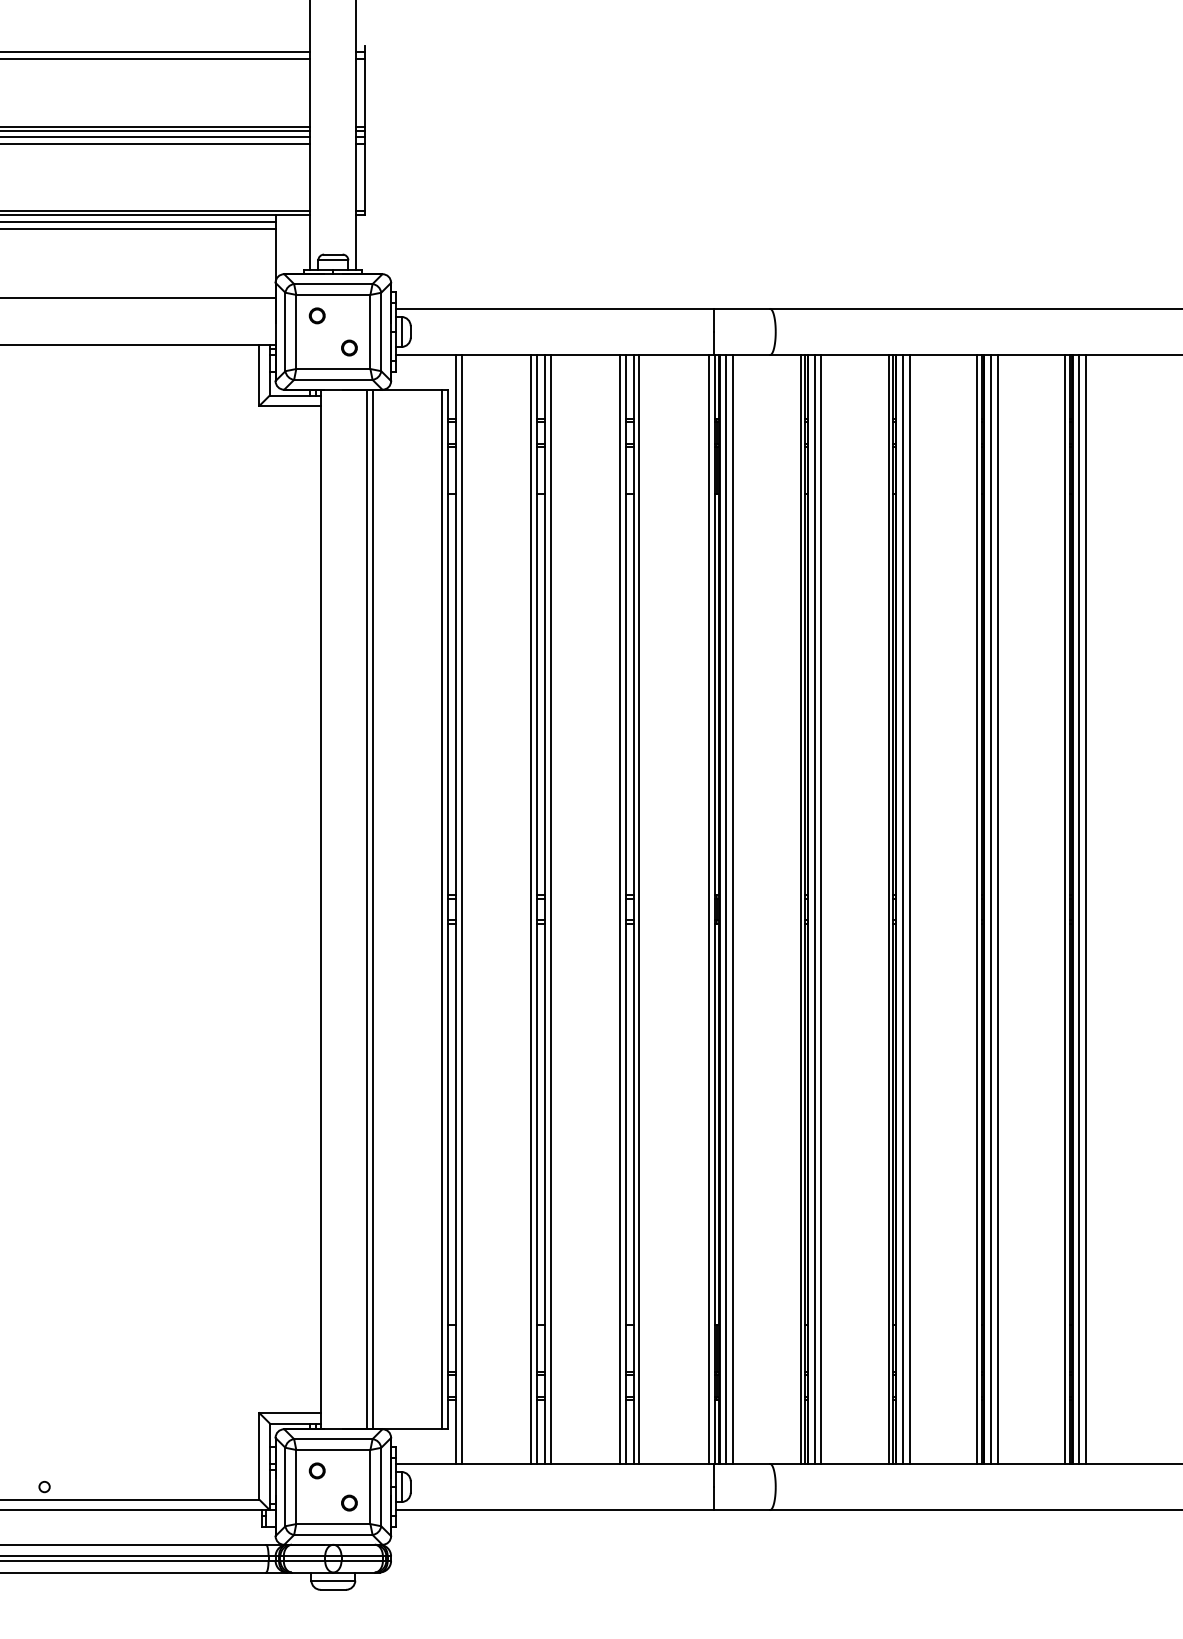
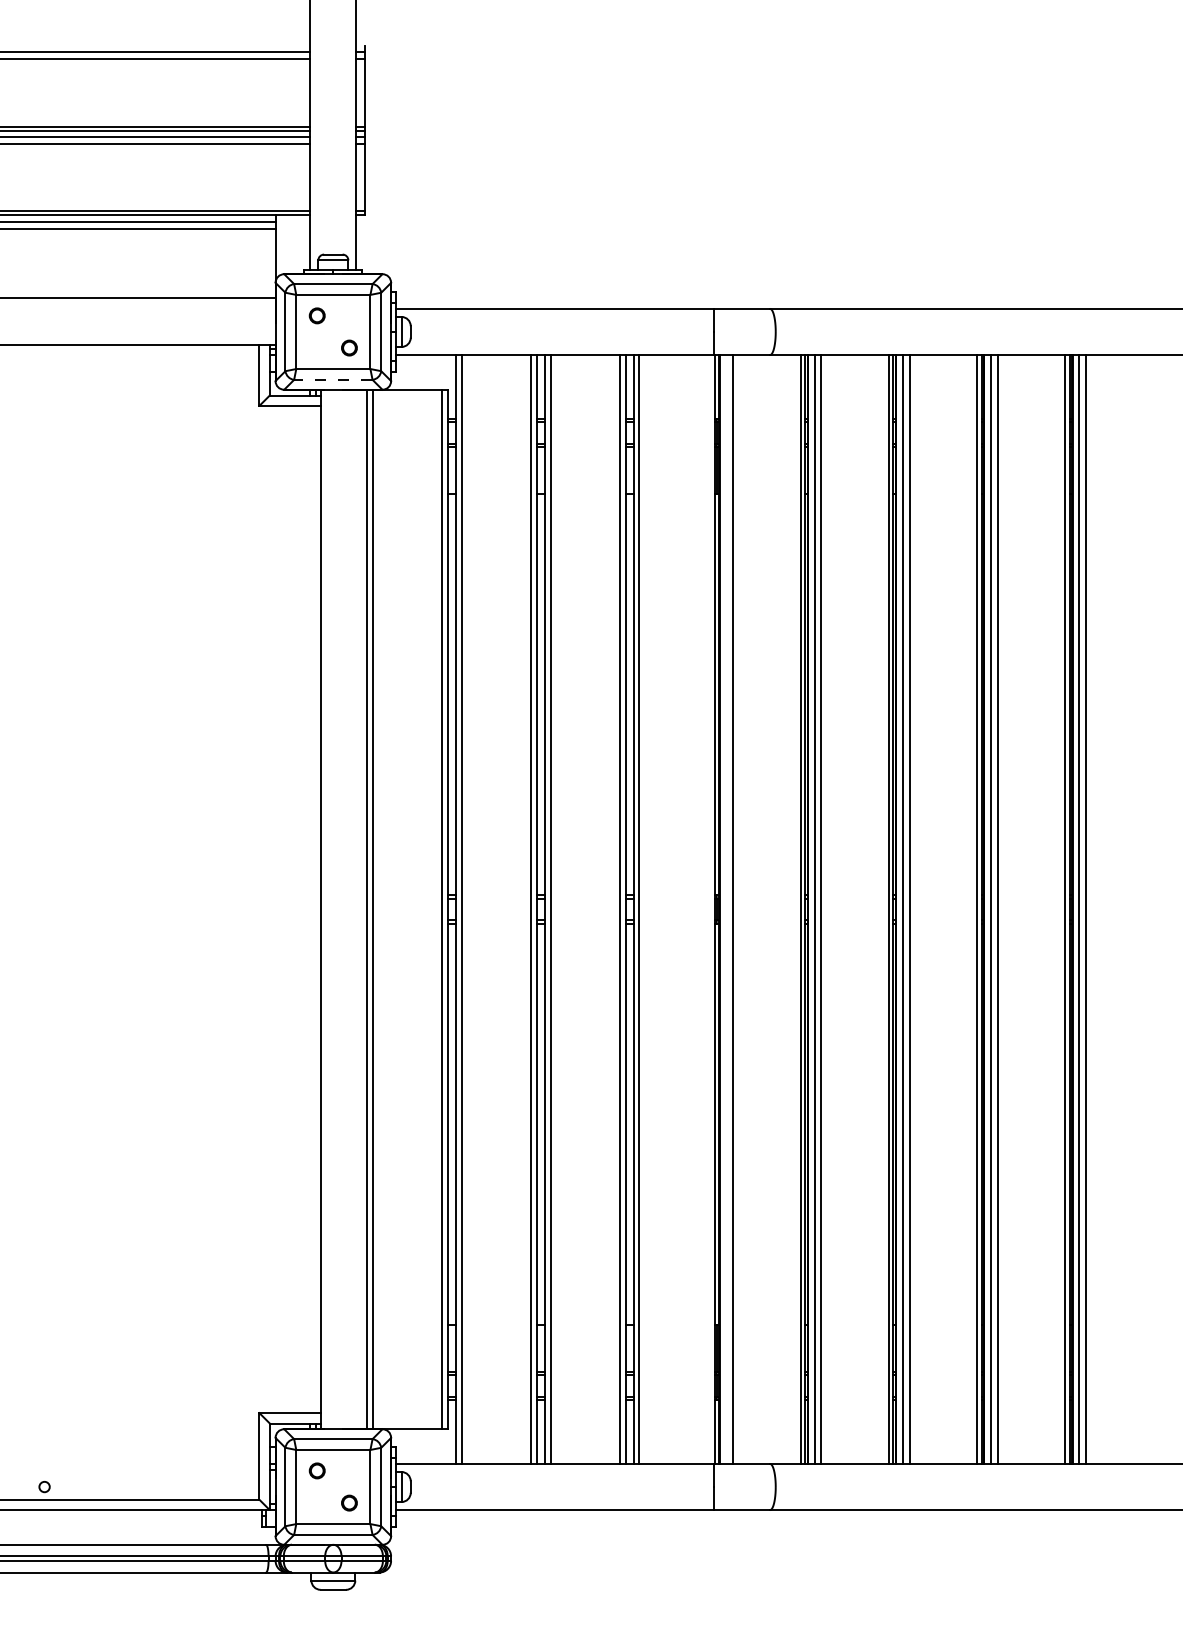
line at (332, 379): solid -> dashed
line at (708, 909): present -> none
line at (726, 909): present -> none
